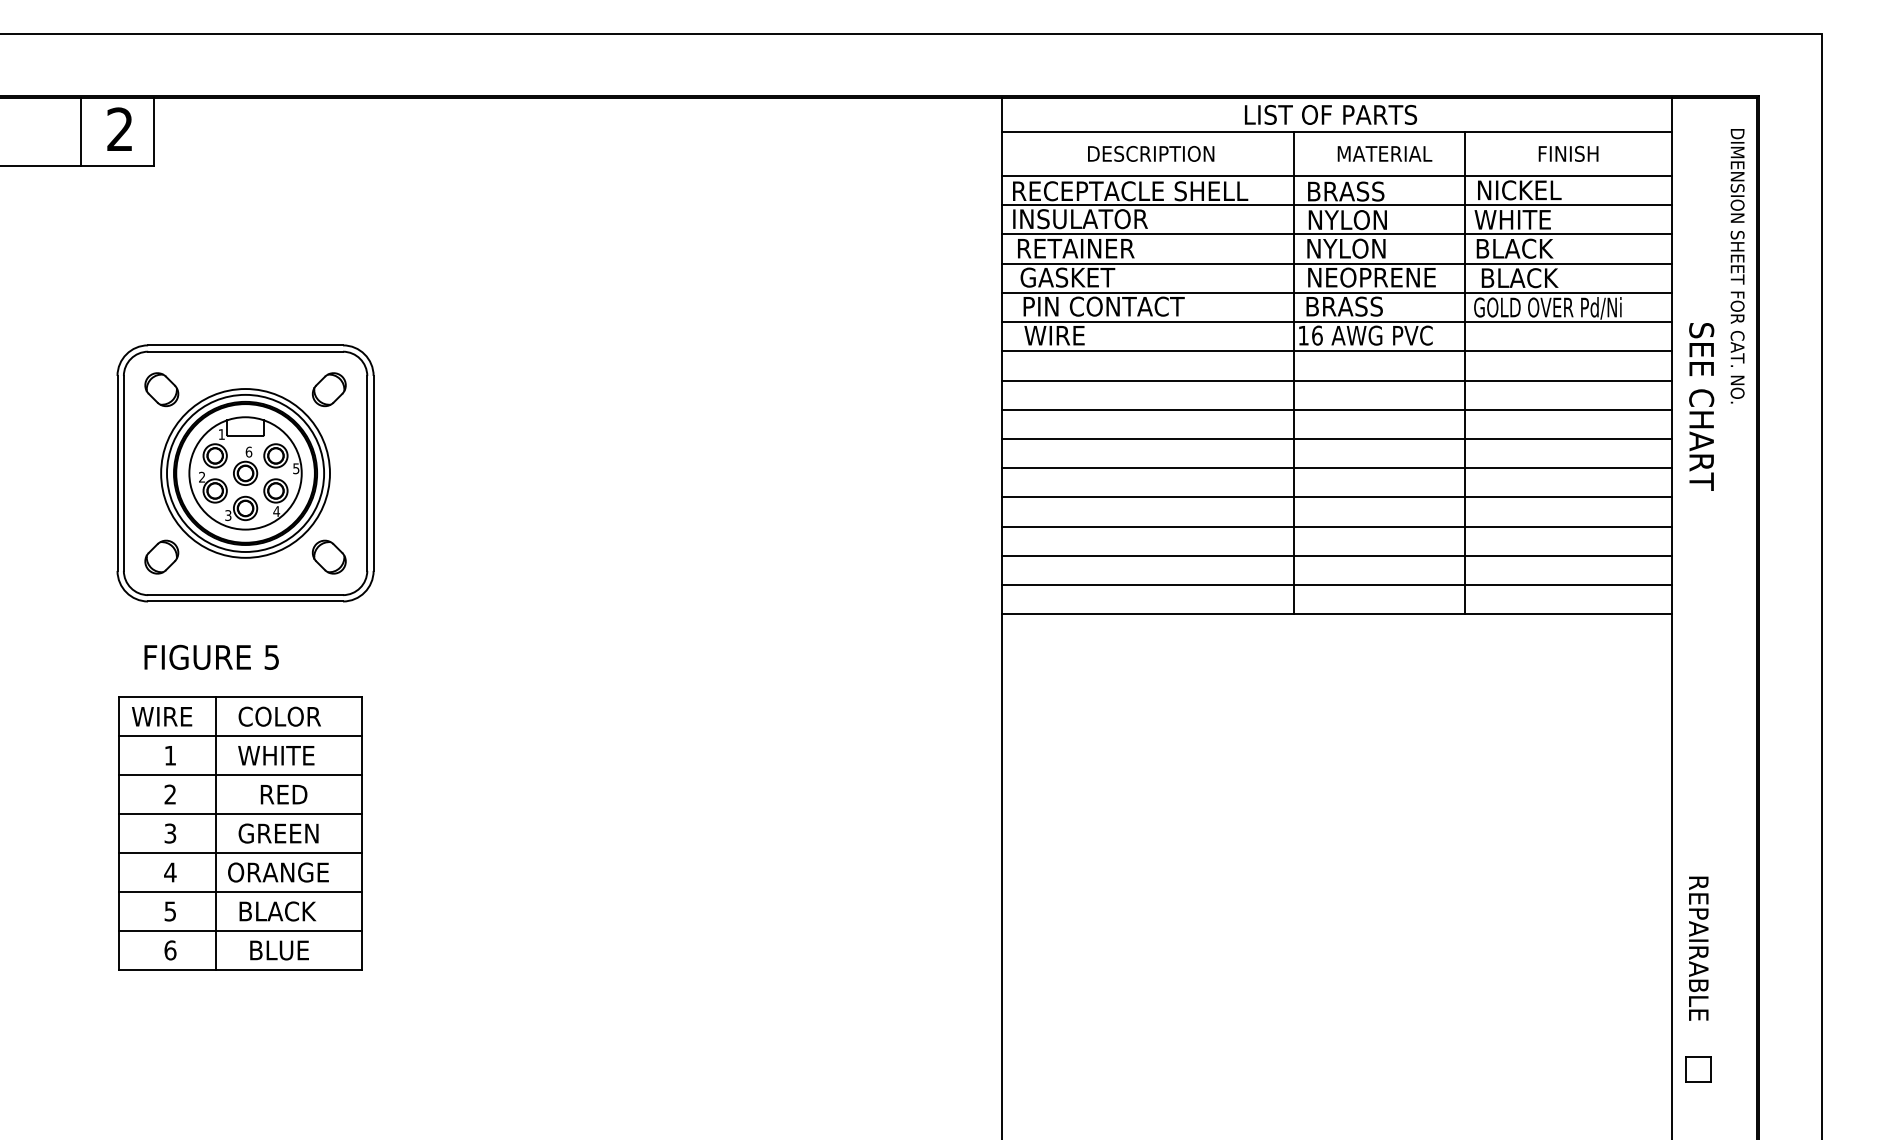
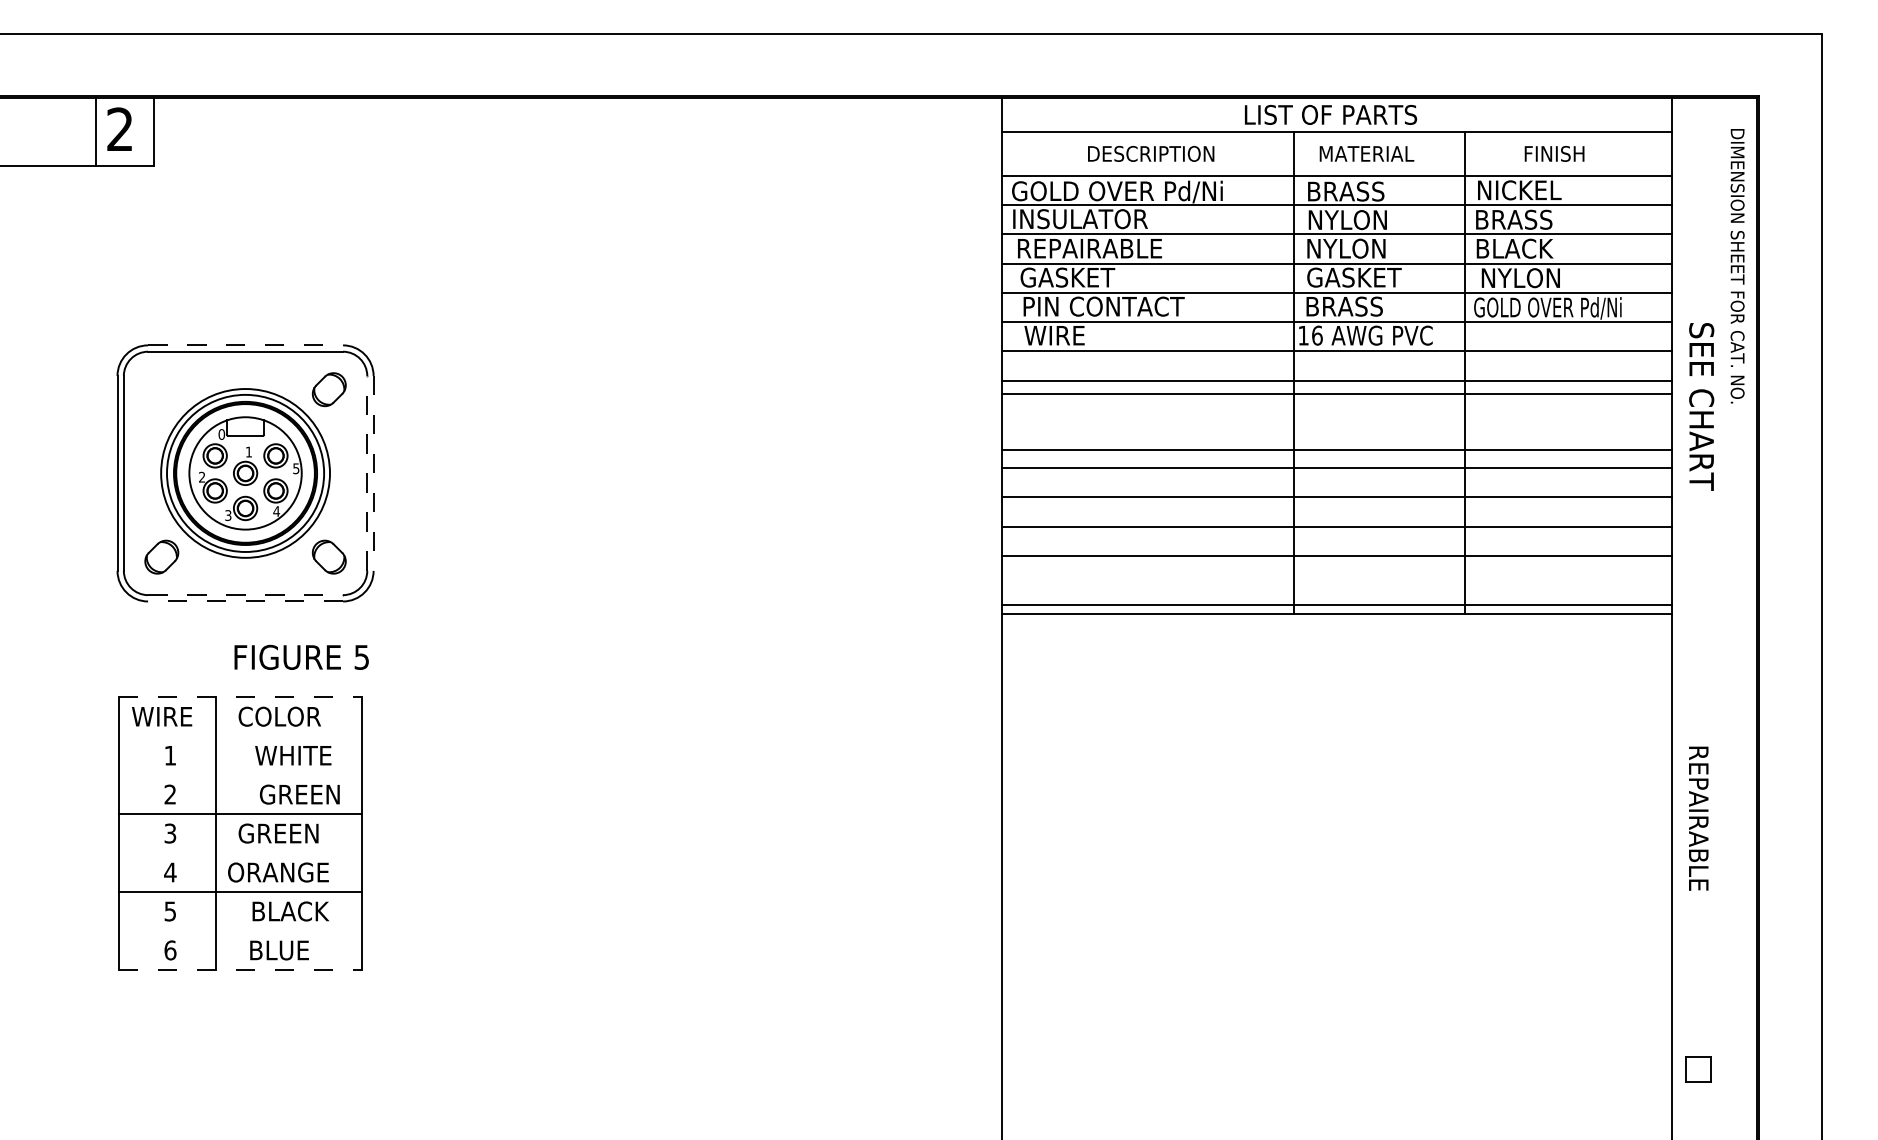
line at (81, 132) position: (81, 132) -> (96, 132)
text at (1384, 153) position: (1384, 153) -> (1366, 153)
text at (1568, 153) position: (1568, 153) -> (1554, 153)
text at (1130, 191): RECEPTACLE SHELL -> GOLD OVER Pd/Ni
text at (1513, 219): WHITE -> BRASS
text at (1104, 248): RETAINER -> REPAIRABLE
text at (1371, 277): NEOPRENE -> GASKET
text at (1521, 278): BLACK -> NYLON
line at (246, 345): solid -> dashed
part at (161, 389): present -> none
line at (1336, 409) position: (1336, 409) -> (1336, 393)
text at (221, 434): 1 -> 0
line at (1336, 438) position: (1336, 438) -> (1336, 449)
text at (248, 451): 6 -> 1
line at (367, 472): solid -> dashed
line at (373, 473): solid -> dashed
line at (1336, 585) position: (1336, 585) -> (1336, 605)
line at (246, 595): solid -> dashed
line at (245, 601): solid -> dashed
text at (211, 656) position: (211, 656) -> (301, 656)
line at (240, 697): solid -> dashed
line at (240, 736): present -> none
text at (276, 755) position: (276, 755) -> (293, 755)
line at (240, 775): present -> none
text at (299, 794): RED -> GREEN
line at (240, 853): present -> none
text at (277, 911) position: (277, 911) -> (290, 911)
line at (240, 931): present -> none
text at (1698, 948) position: (1698, 948) -> (1698, 818)
line at (240, 970): solid -> dashed
